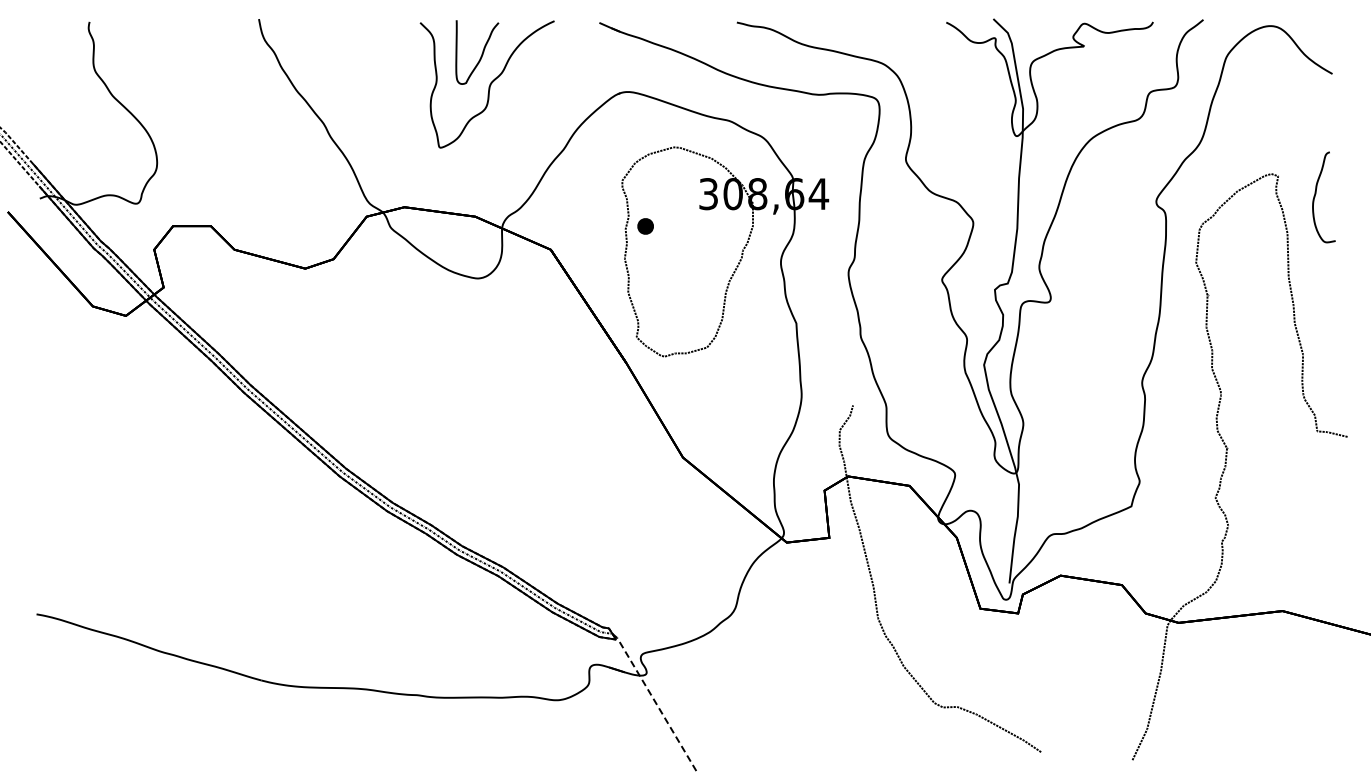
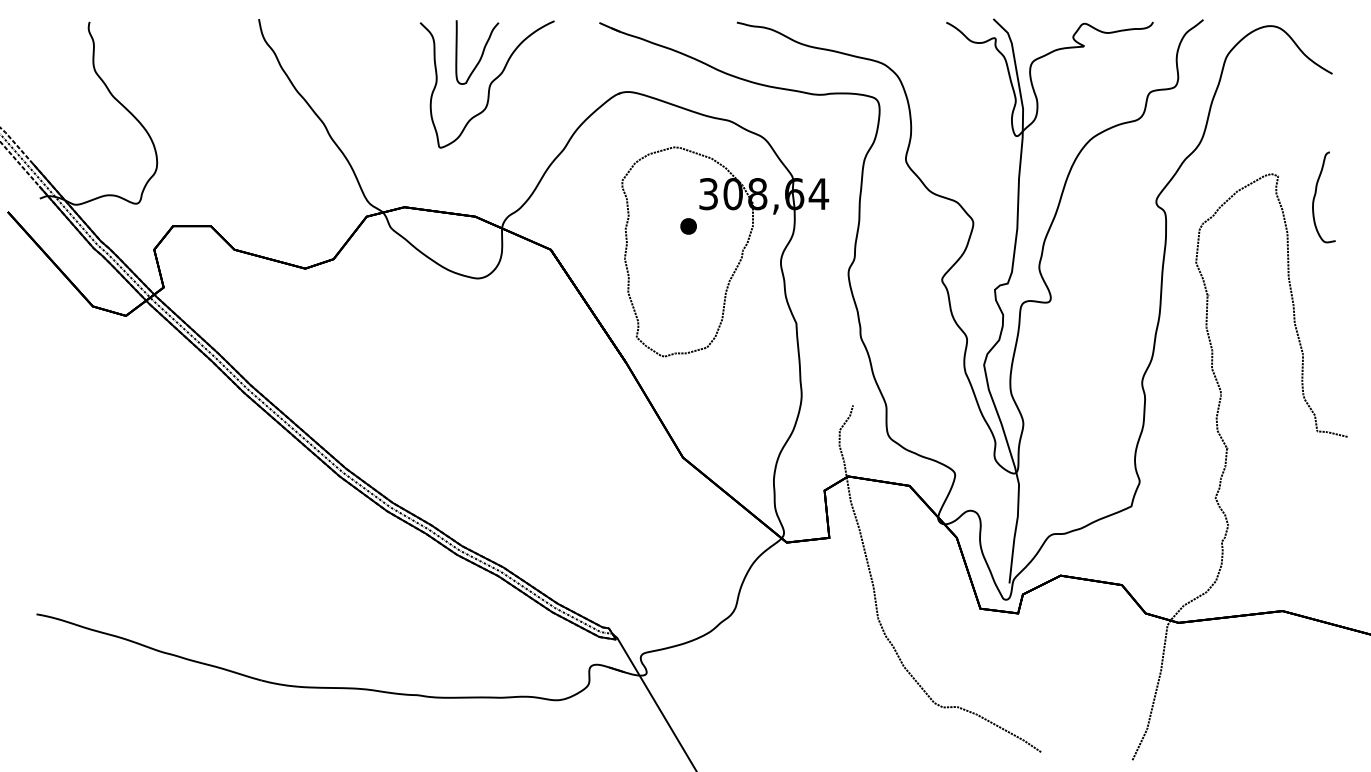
part at (645, 226) position: (645, 226) -> (688, 226)
line at (655, 701): dashed -> solid
